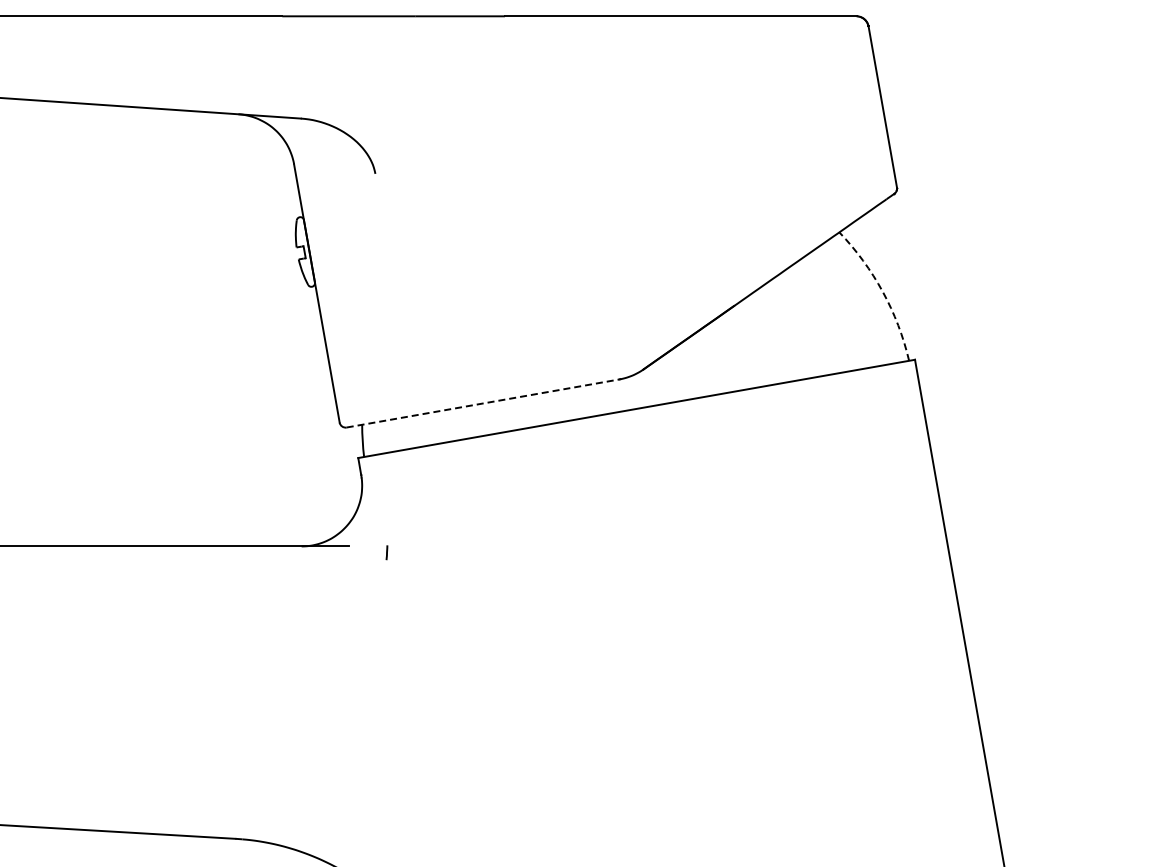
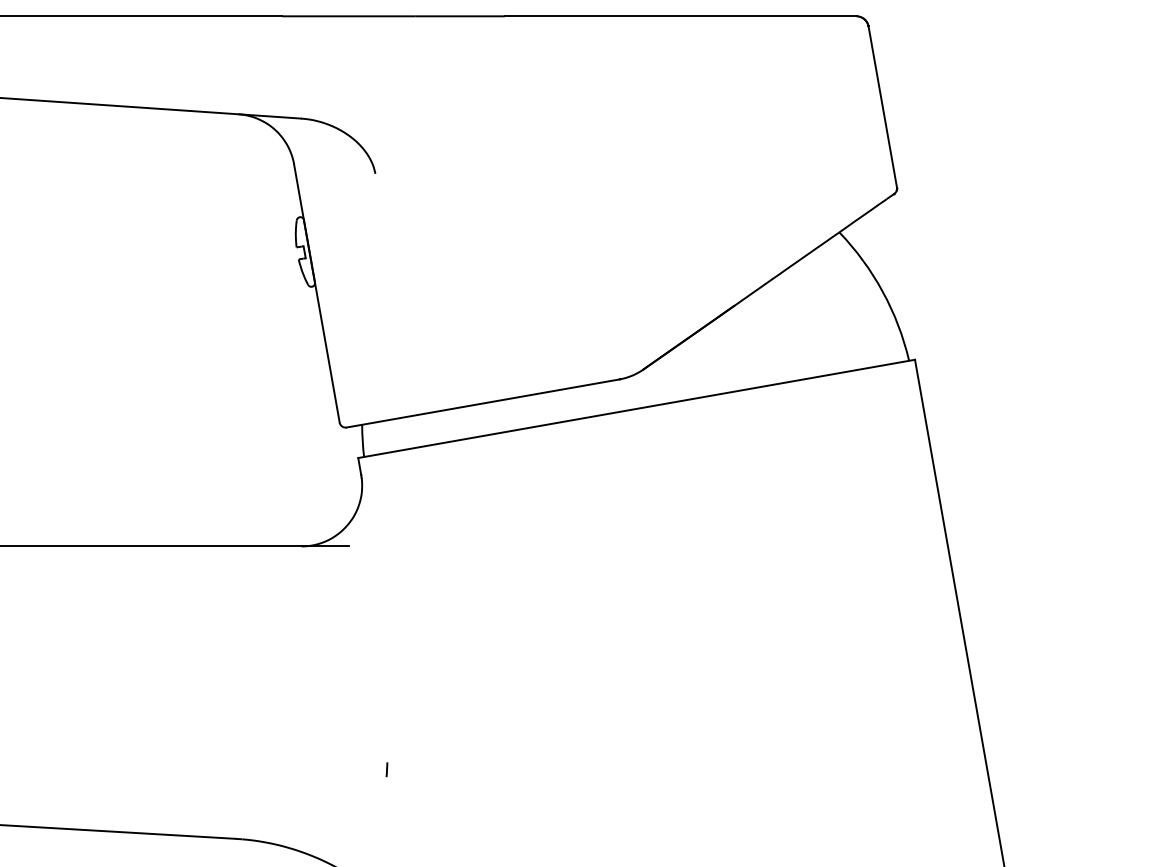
arc at (882, 291): dashed -> solid
line at (483, 403): dashed -> solid
line at (386, 552) position: (386, 552) -> (386, 769)
